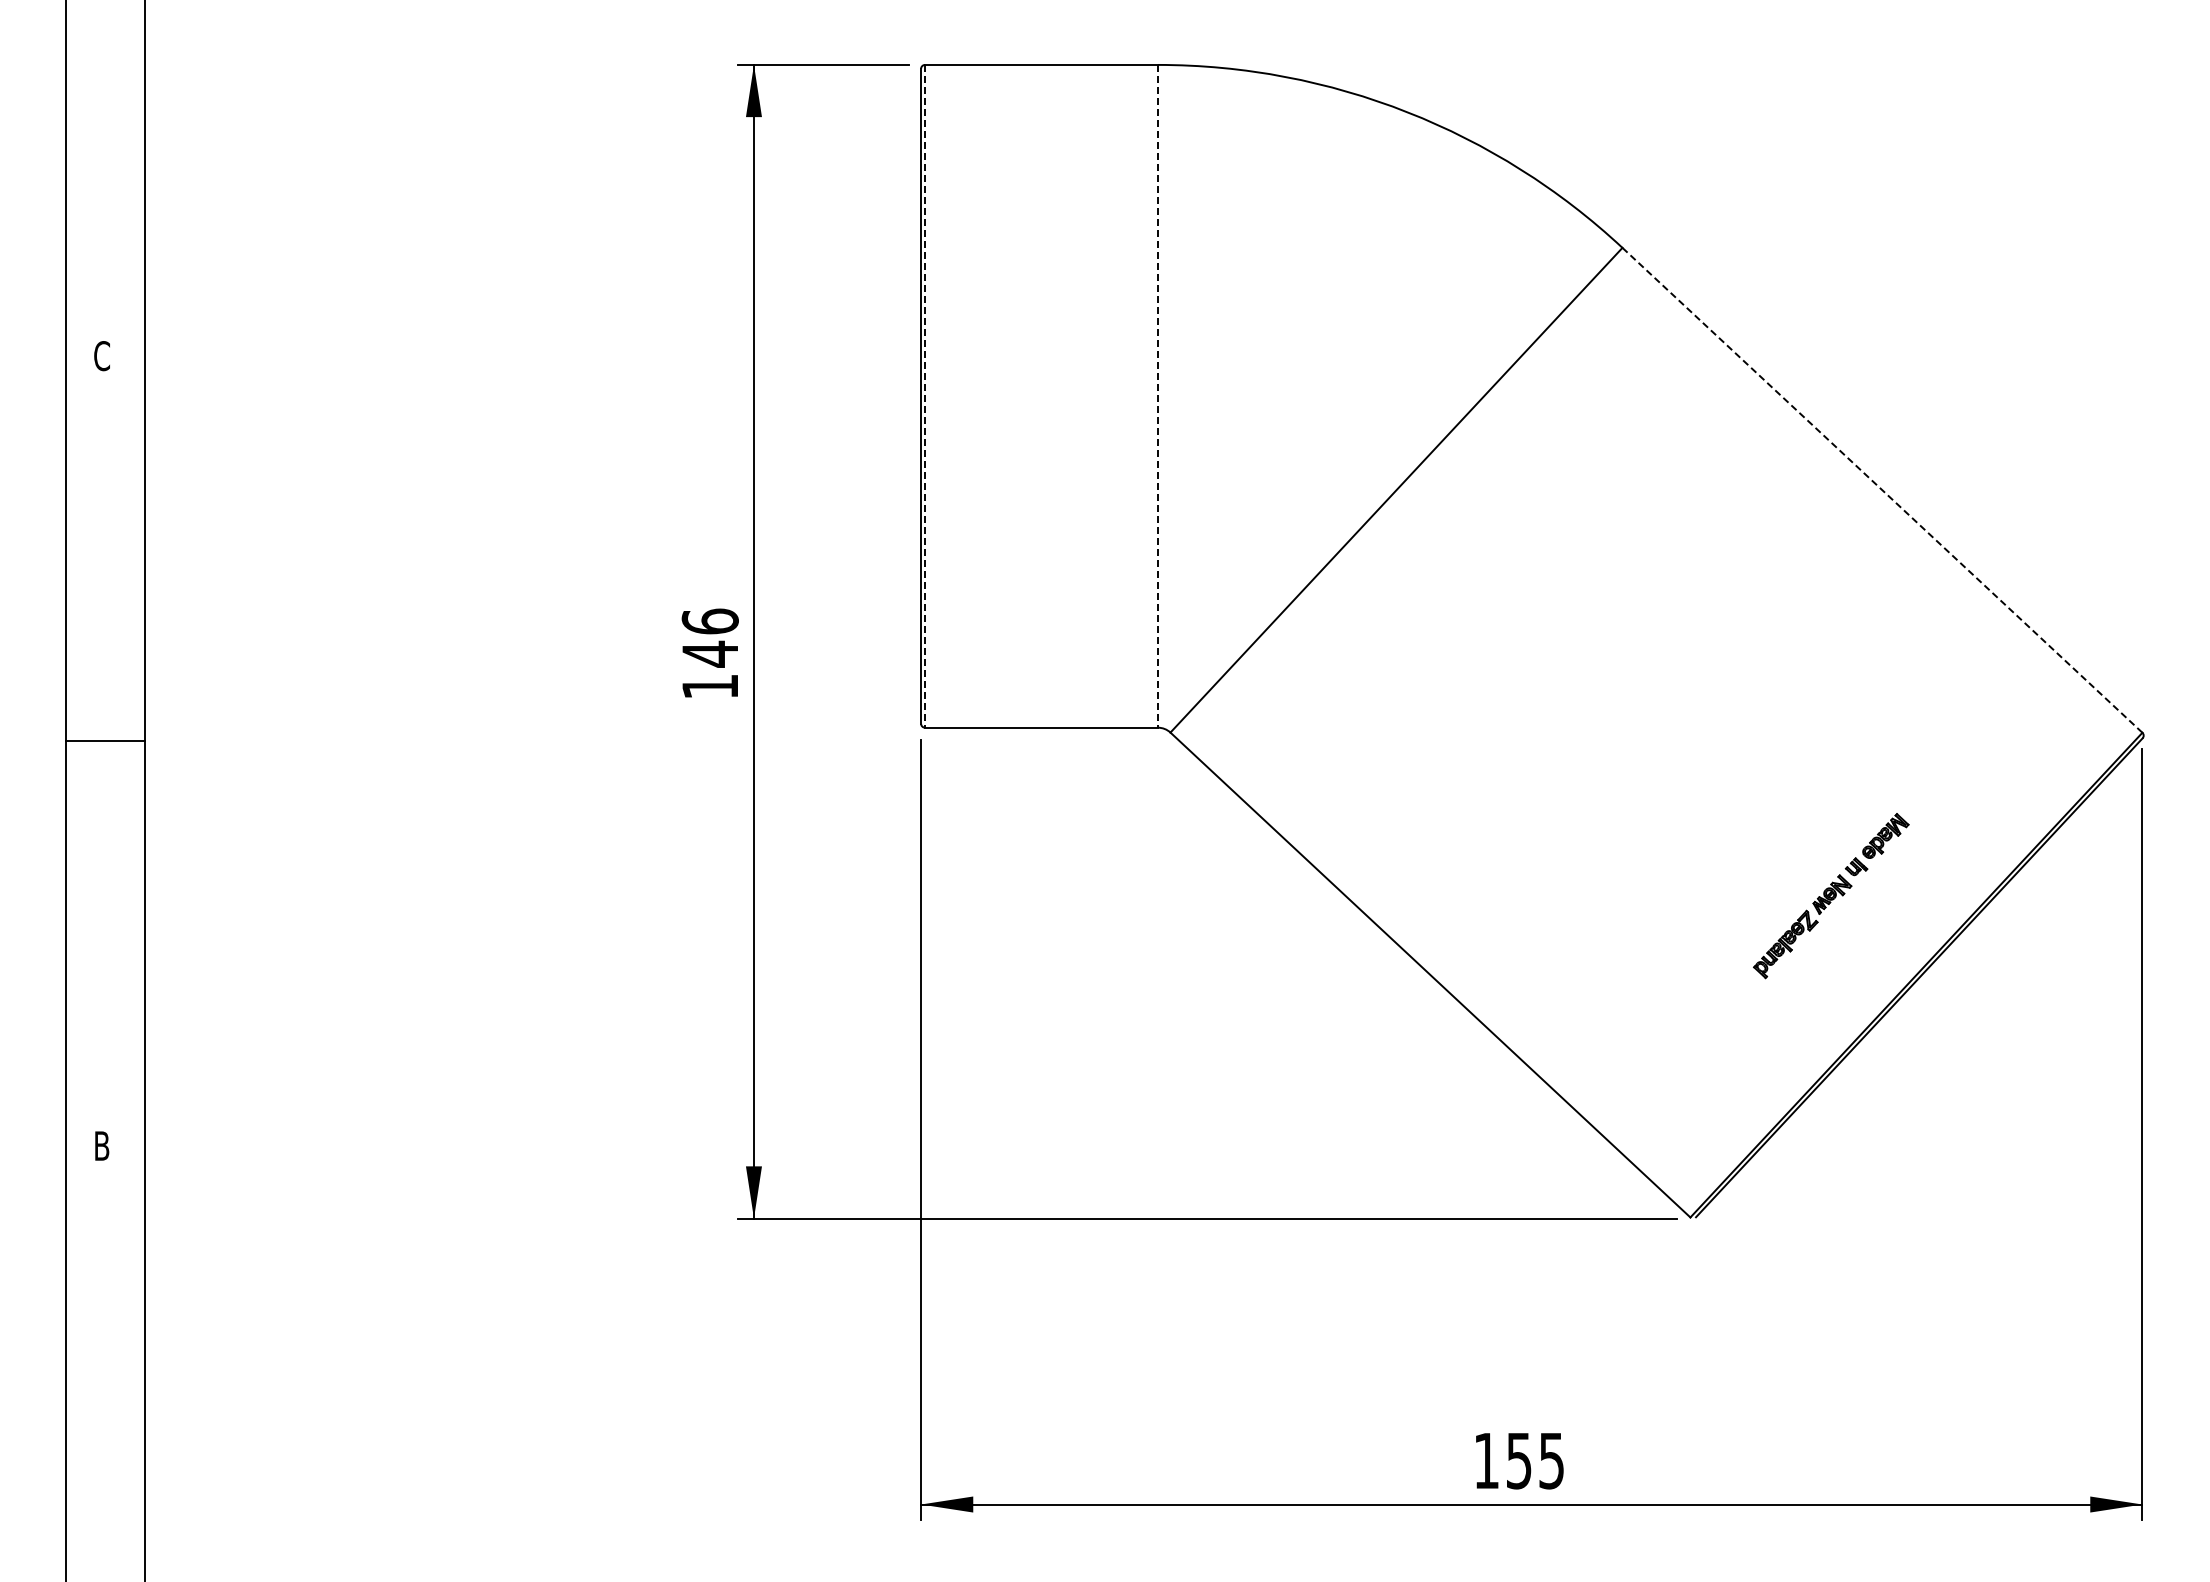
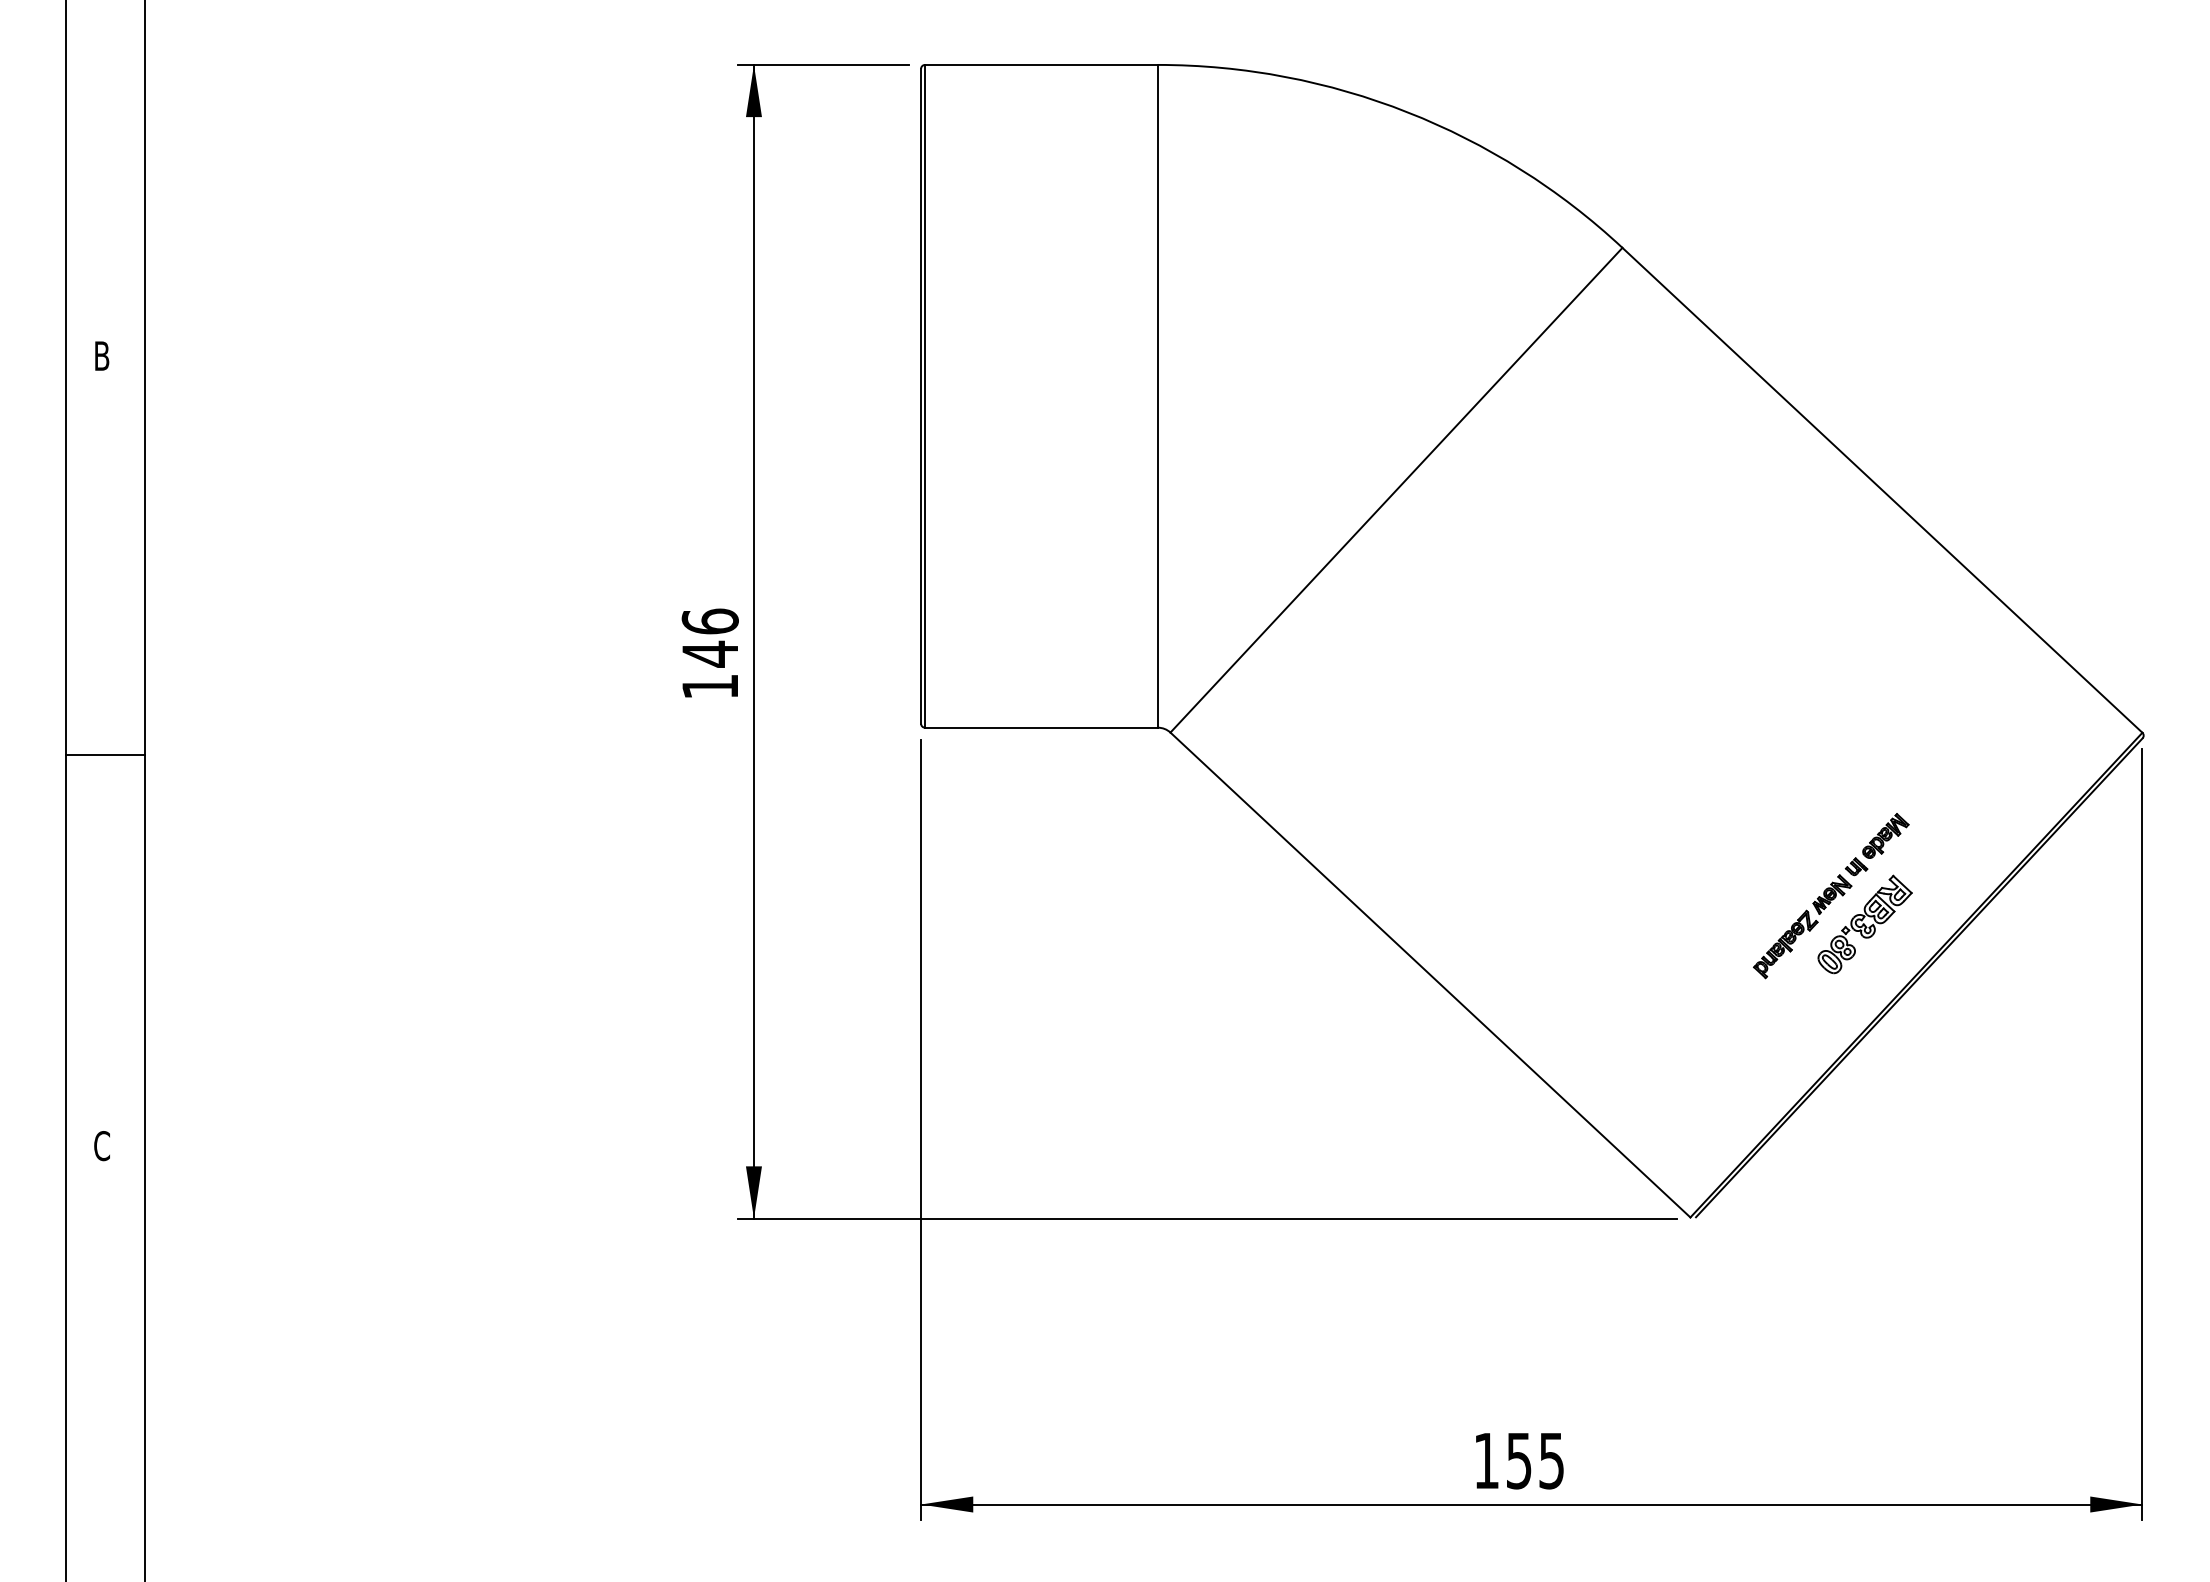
text at (101, 356): C -> B
line at (925, 396): dashed -> solid
line at (1158, 396): dashed -> solid
line at (1882, 489): dashed -> solid
line at (105, 740) position: (105, 740) -> (105, 754)
part at (1864, 924): none -> present
text at (101, 1146): B -> C
